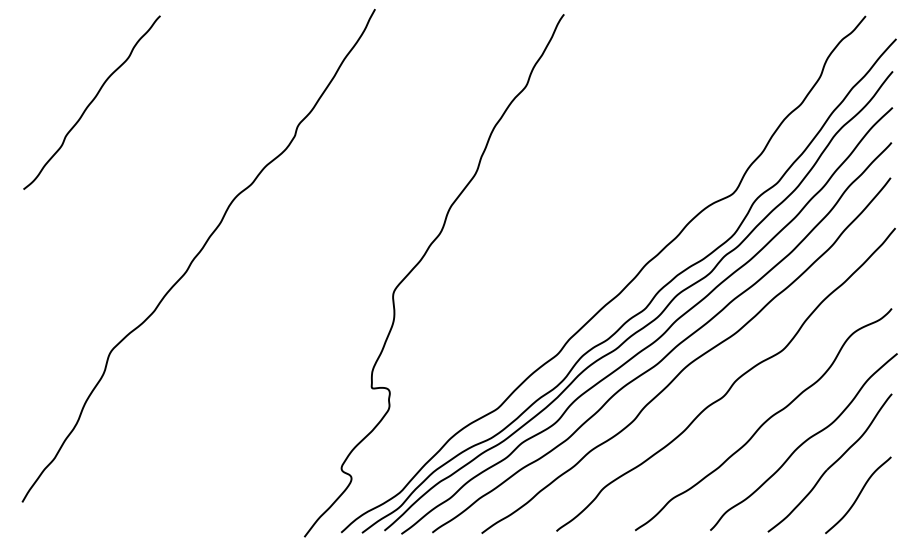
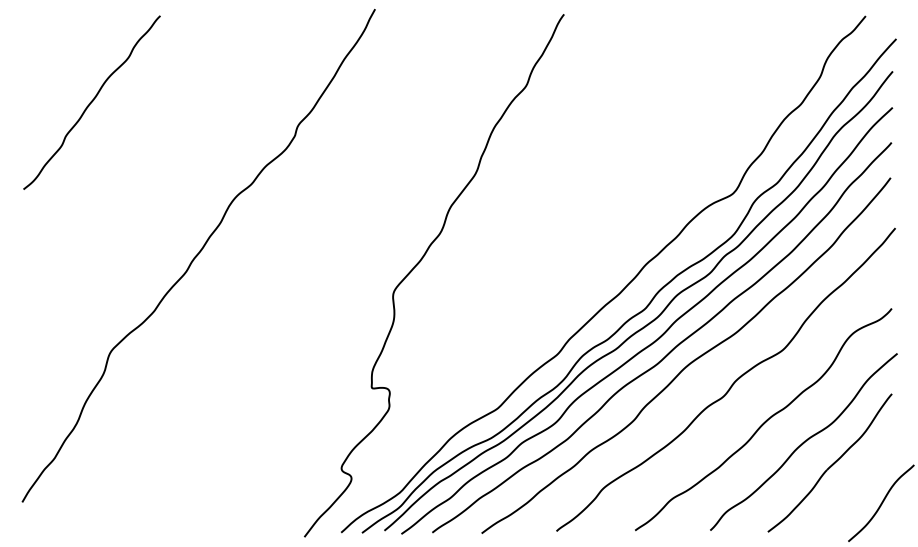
curve at (858, 494) position: (858, 494) -> (881, 502)
